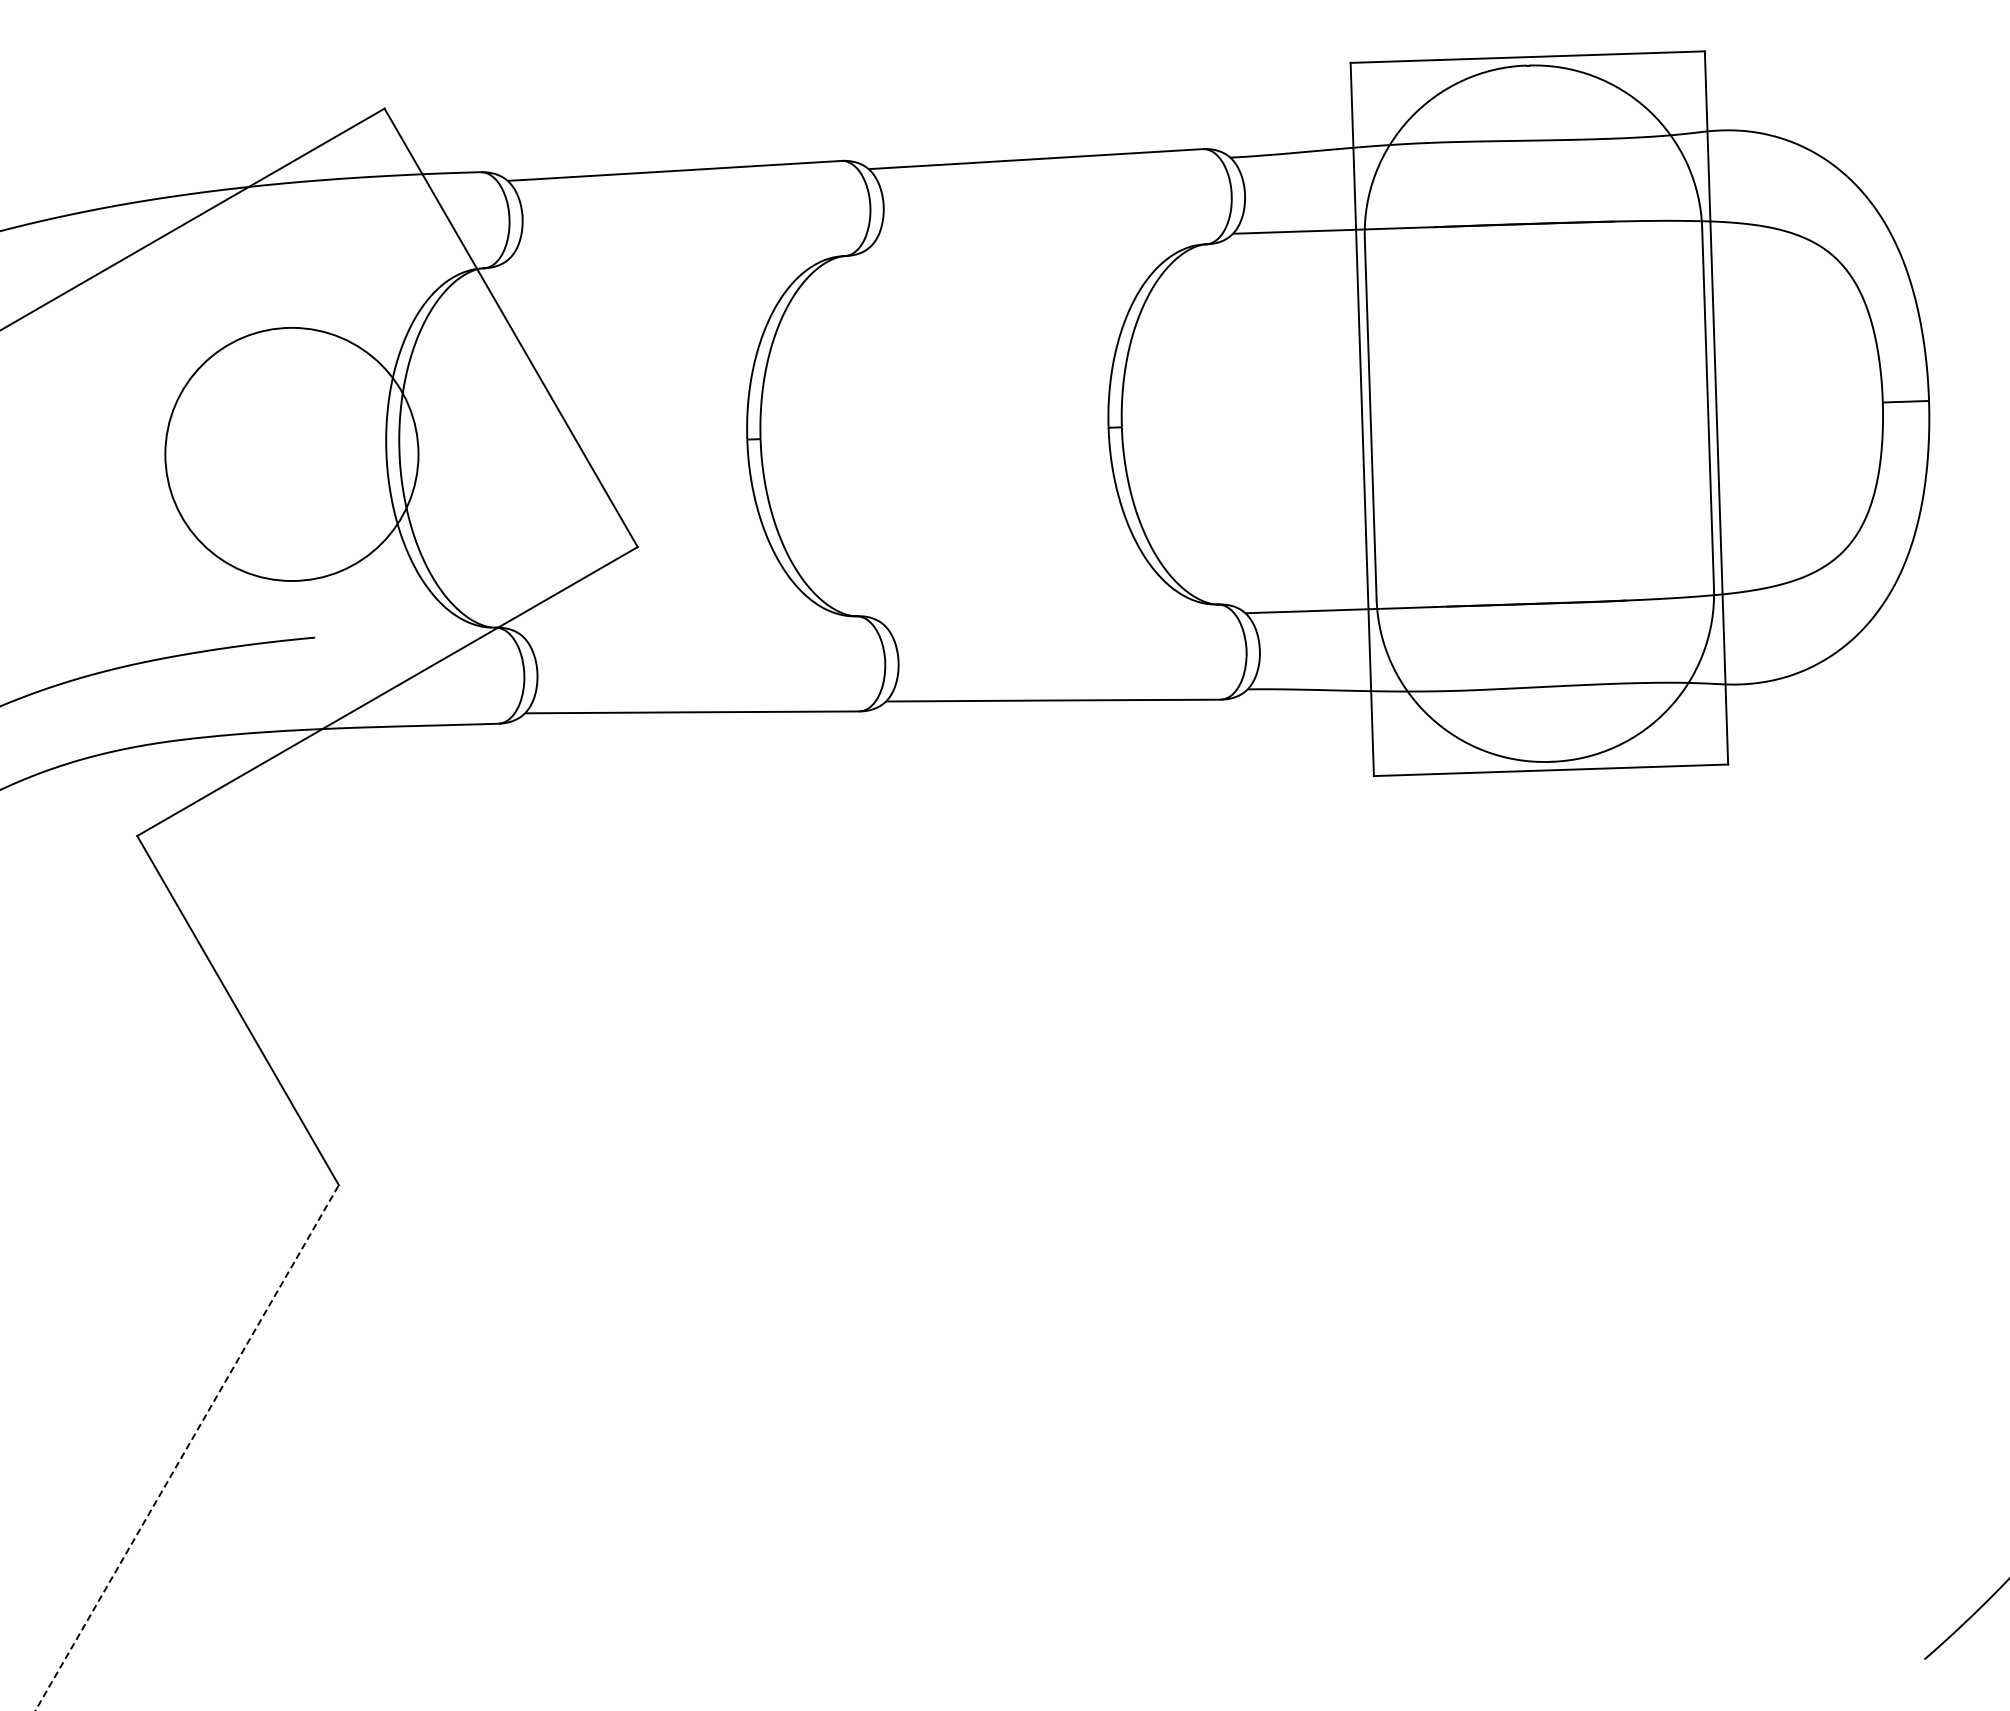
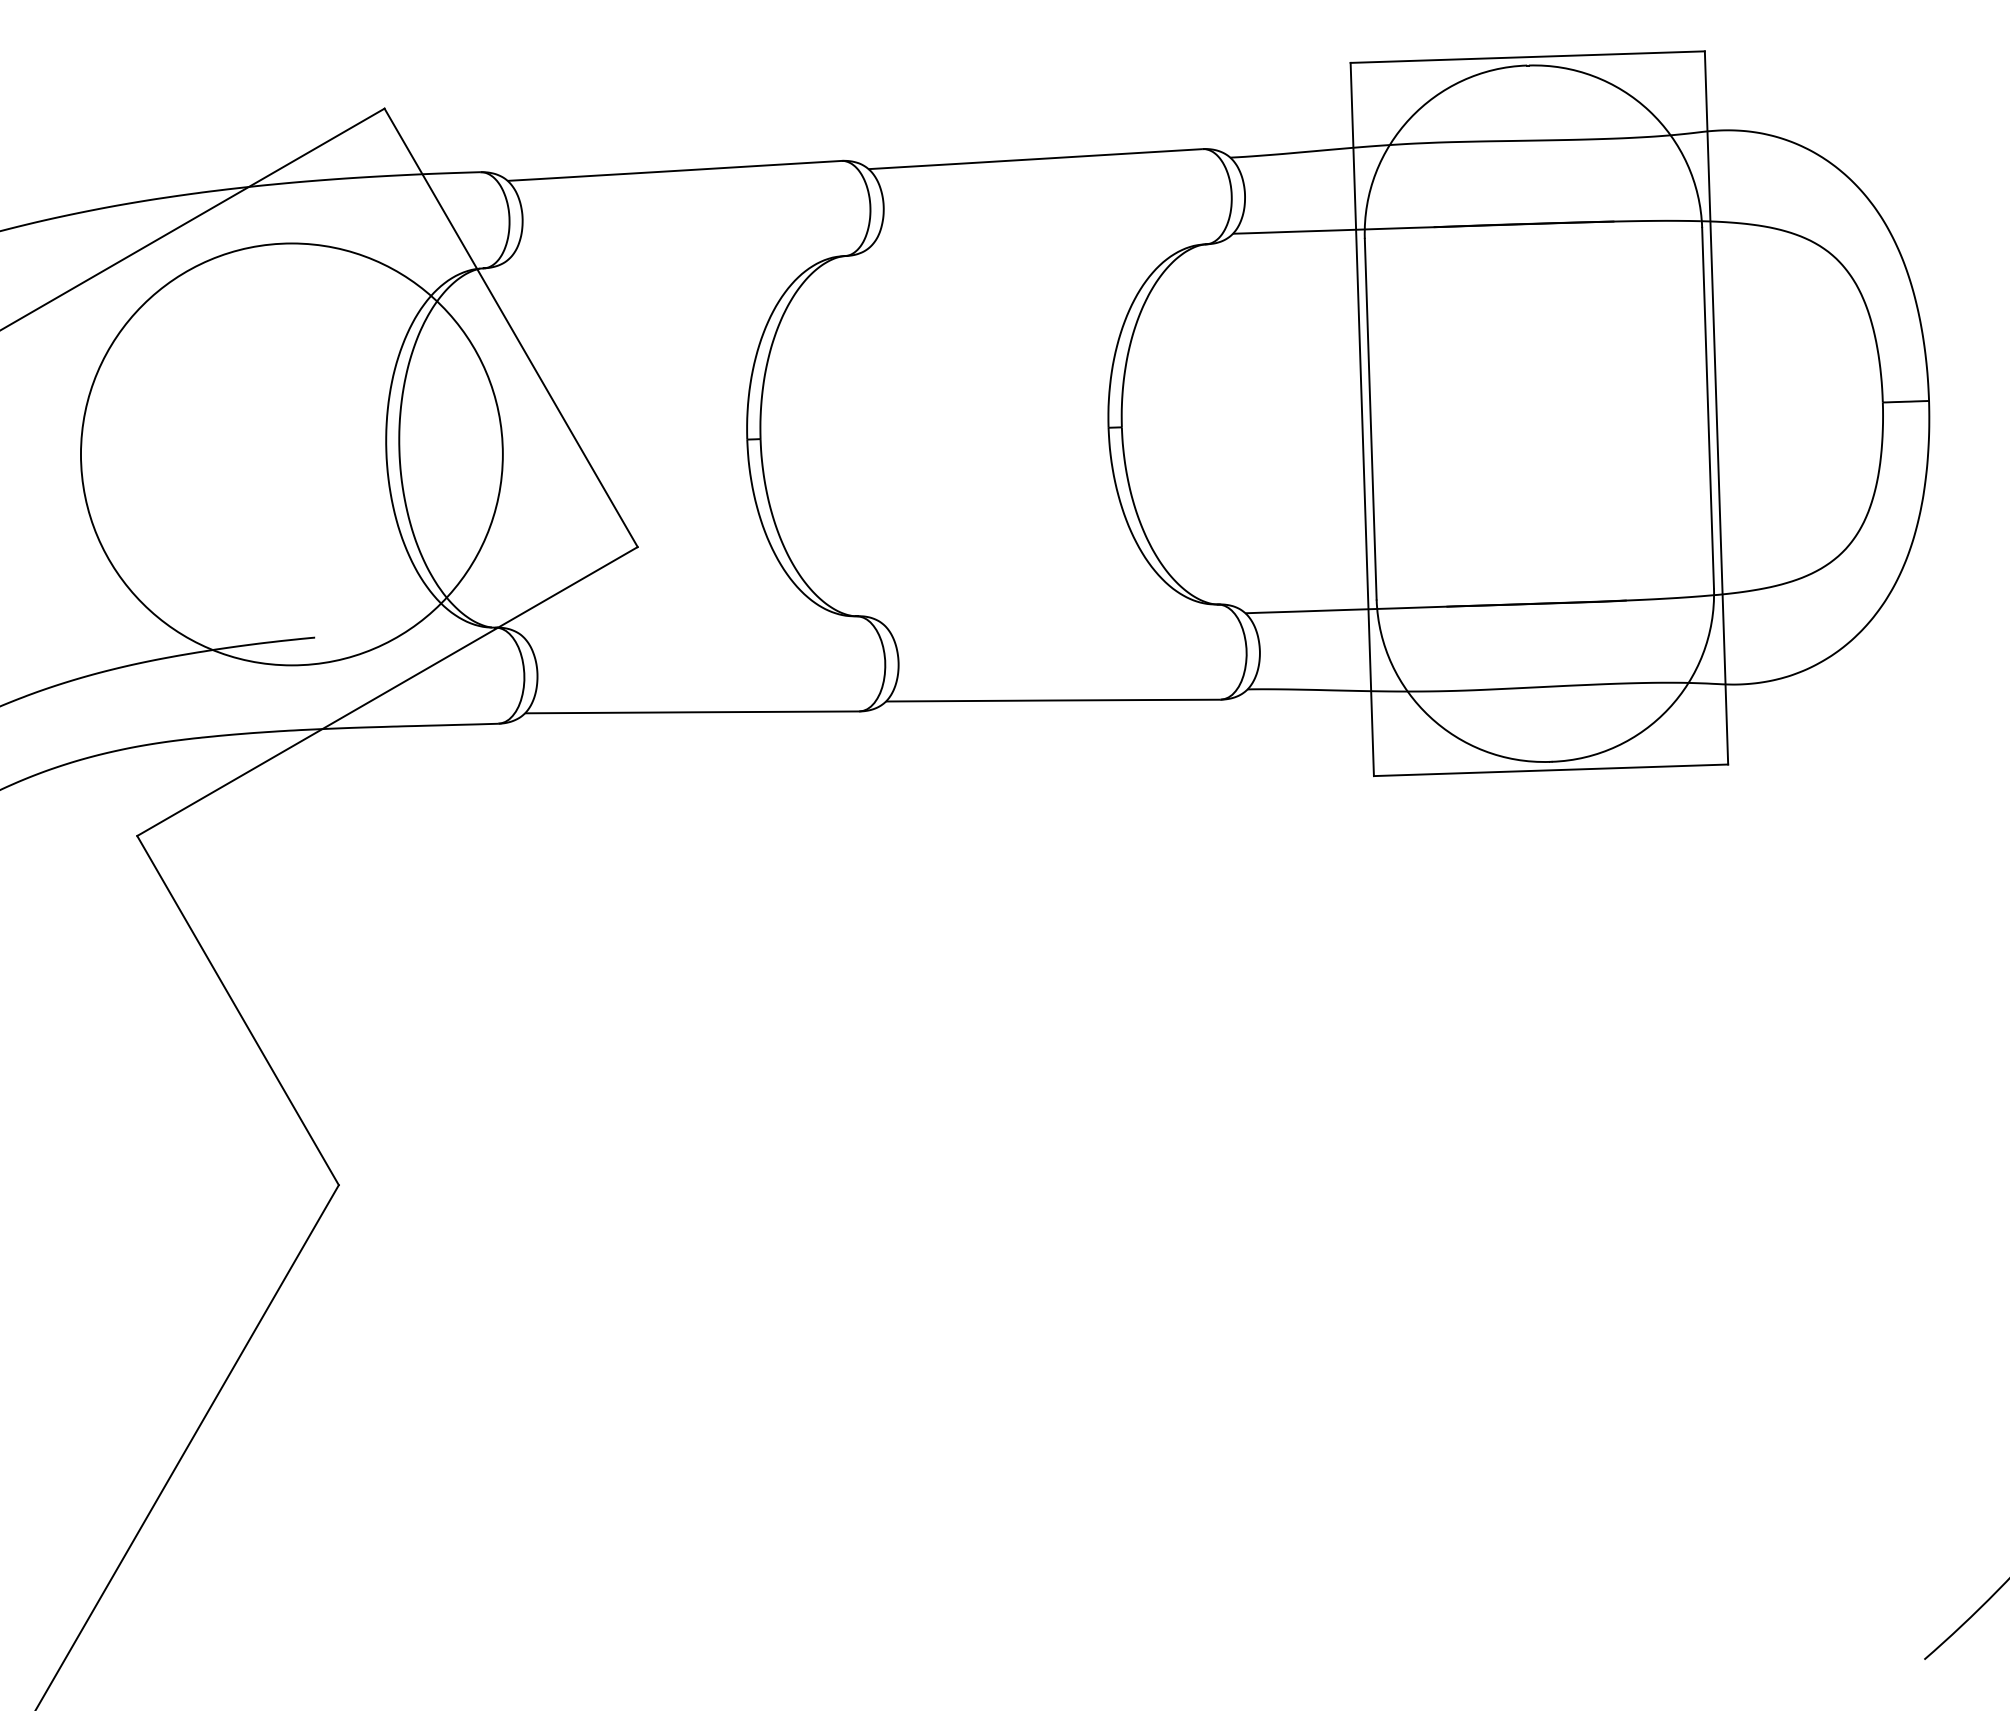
circle at (291, 454) diameter: 253 px -> 422 px
line at (187, 1447): dashed -> solid
